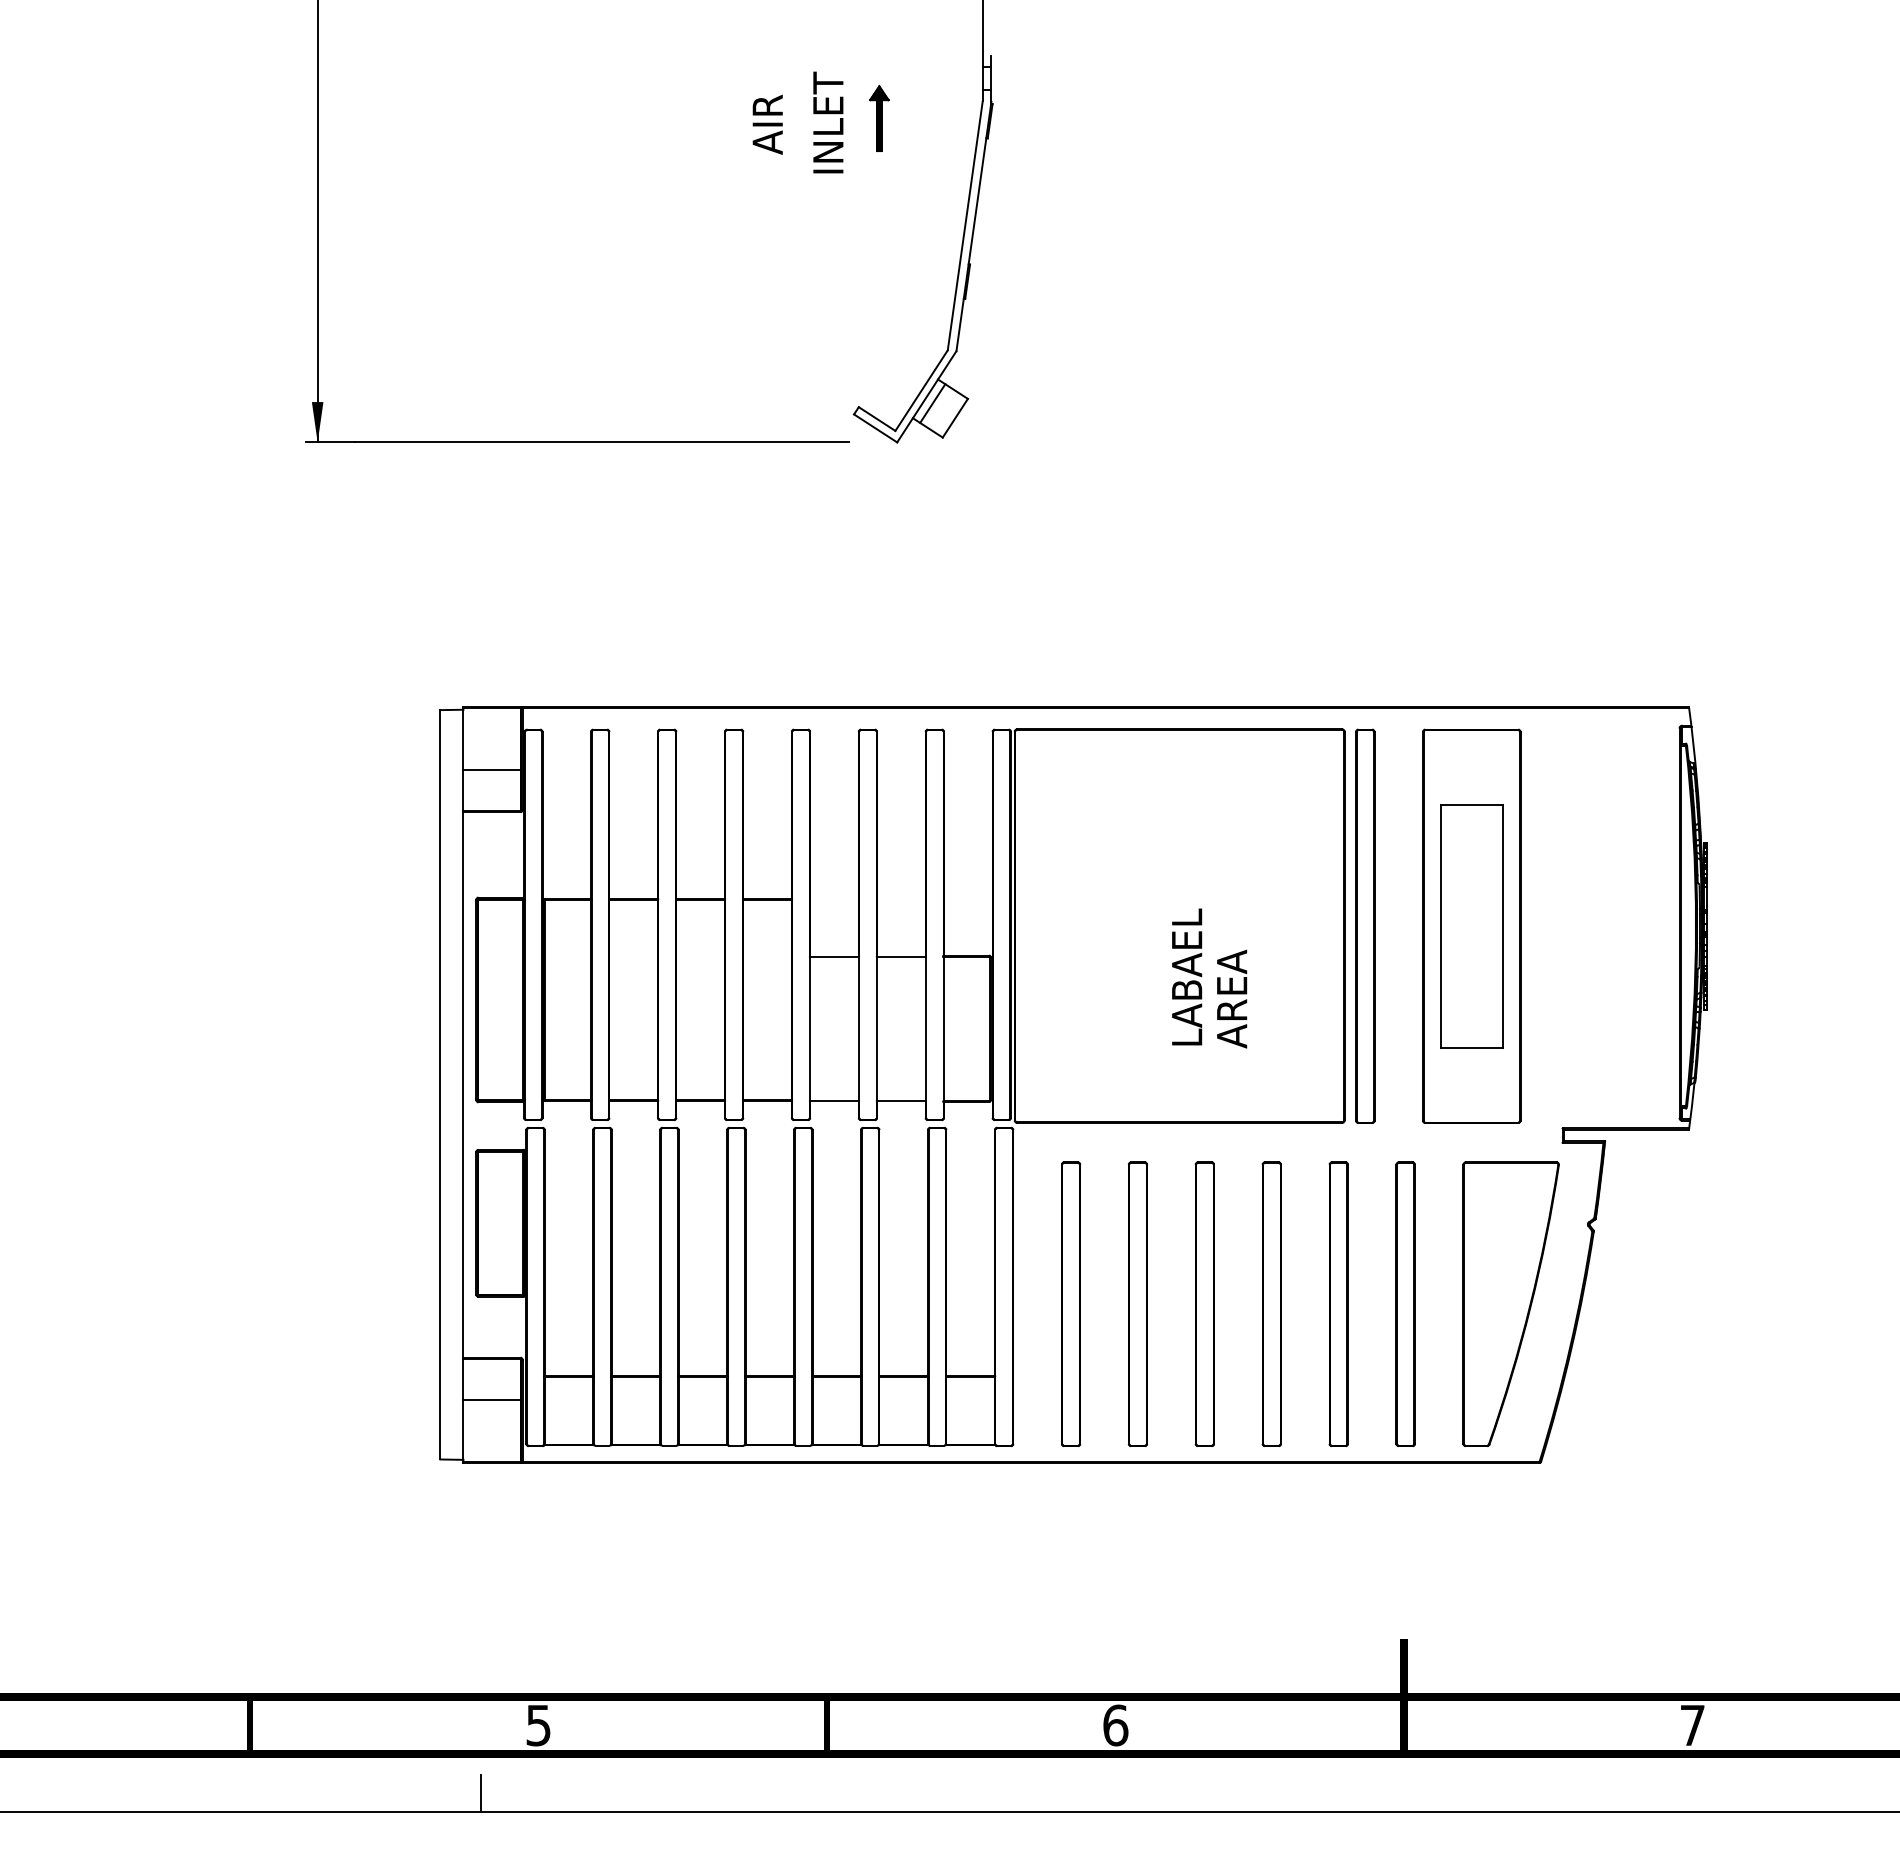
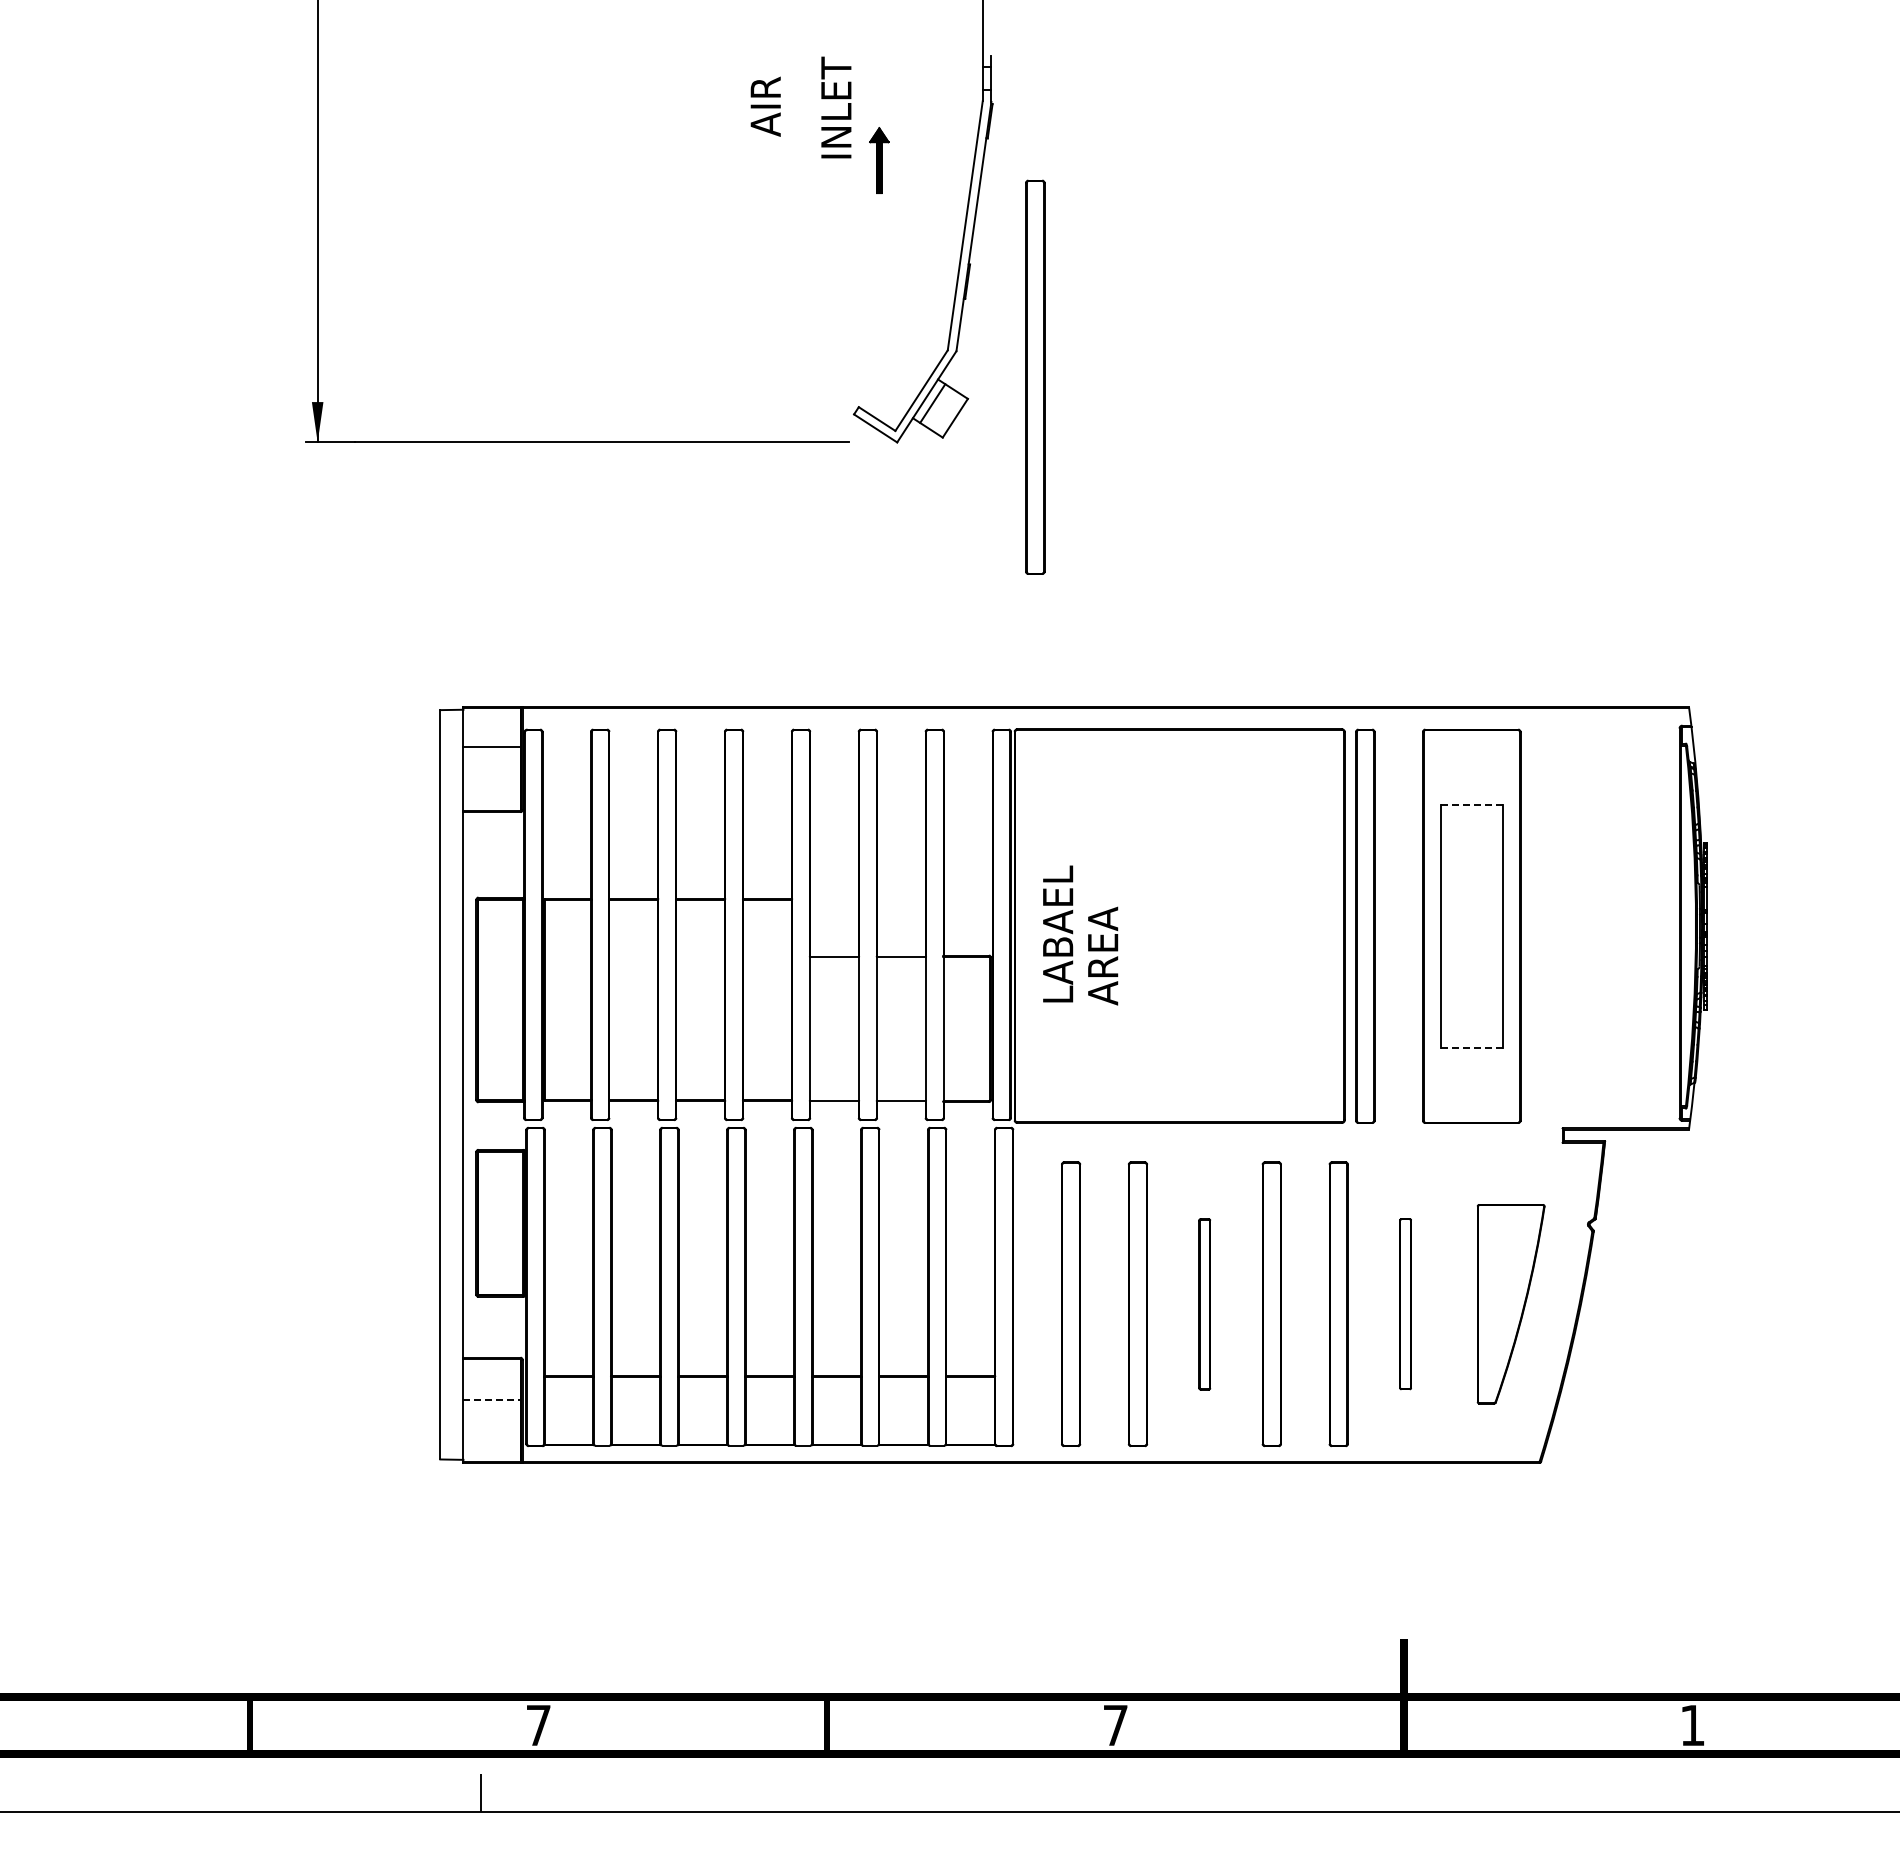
part at (879, 118) position: (879, 118) -> (879, 160)
text at (828, 122) position: (828, 122) -> (836, 107)
text at (767, 124) position: (767, 124) -> (765, 106)
part at (1035, 376): none -> present
line at (492, 770) position: (492, 770) -> (492, 747)
line at (1471, 805): solid -> dashed
text at (1209, 978) position: (1209, 978) -> (1080, 935)
line at (1471, 1047): solid -> dashed
part at (1405, 1303) size: 21x286 px -> 13x173 px
part at (1510, 1303) size: 98x286 px -> 70x201 px
part at (1204, 1304) size: 21x287 px -> 14x173 px
line at (492, 1399): solid -> dashed
text at (538, 1725): 5 -> 7
text at (1115, 1725): 6 -> 7
text at (1692, 1725): 7 -> 1
